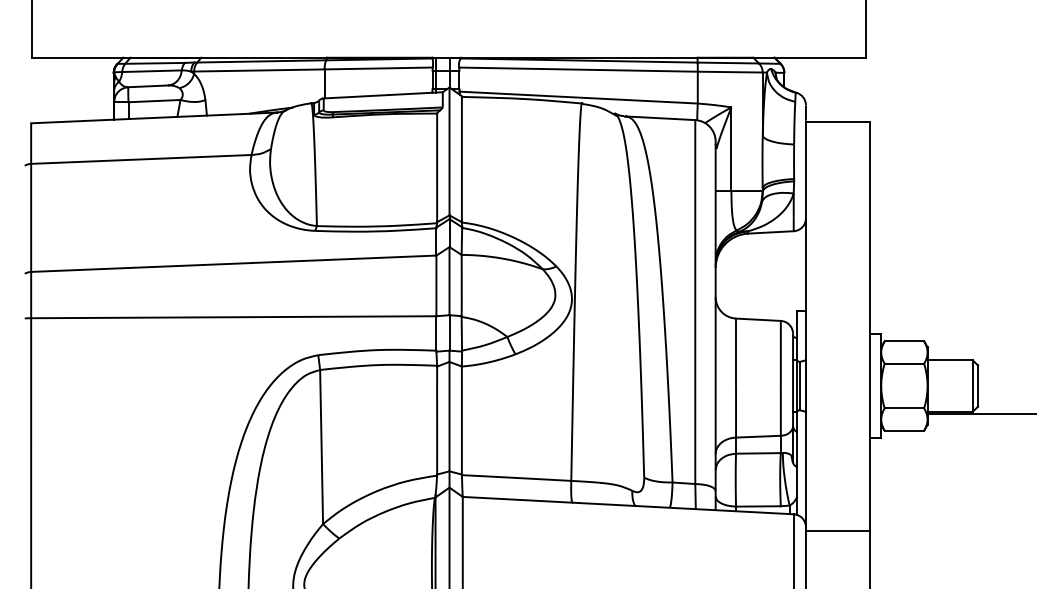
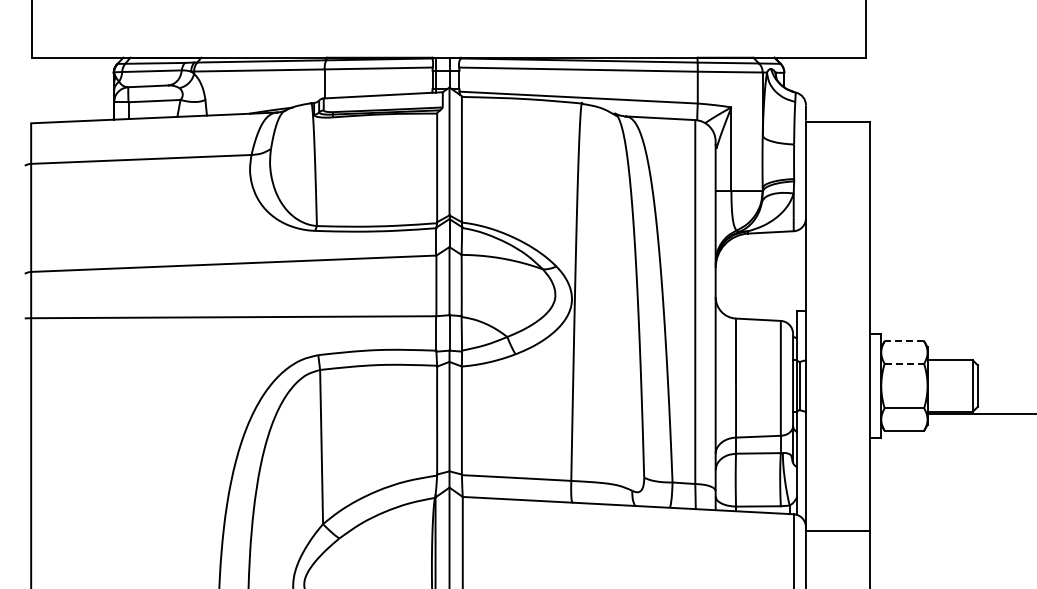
line at (904, 341): solid -> dashed
line at (904, 363): solid -> dashed
